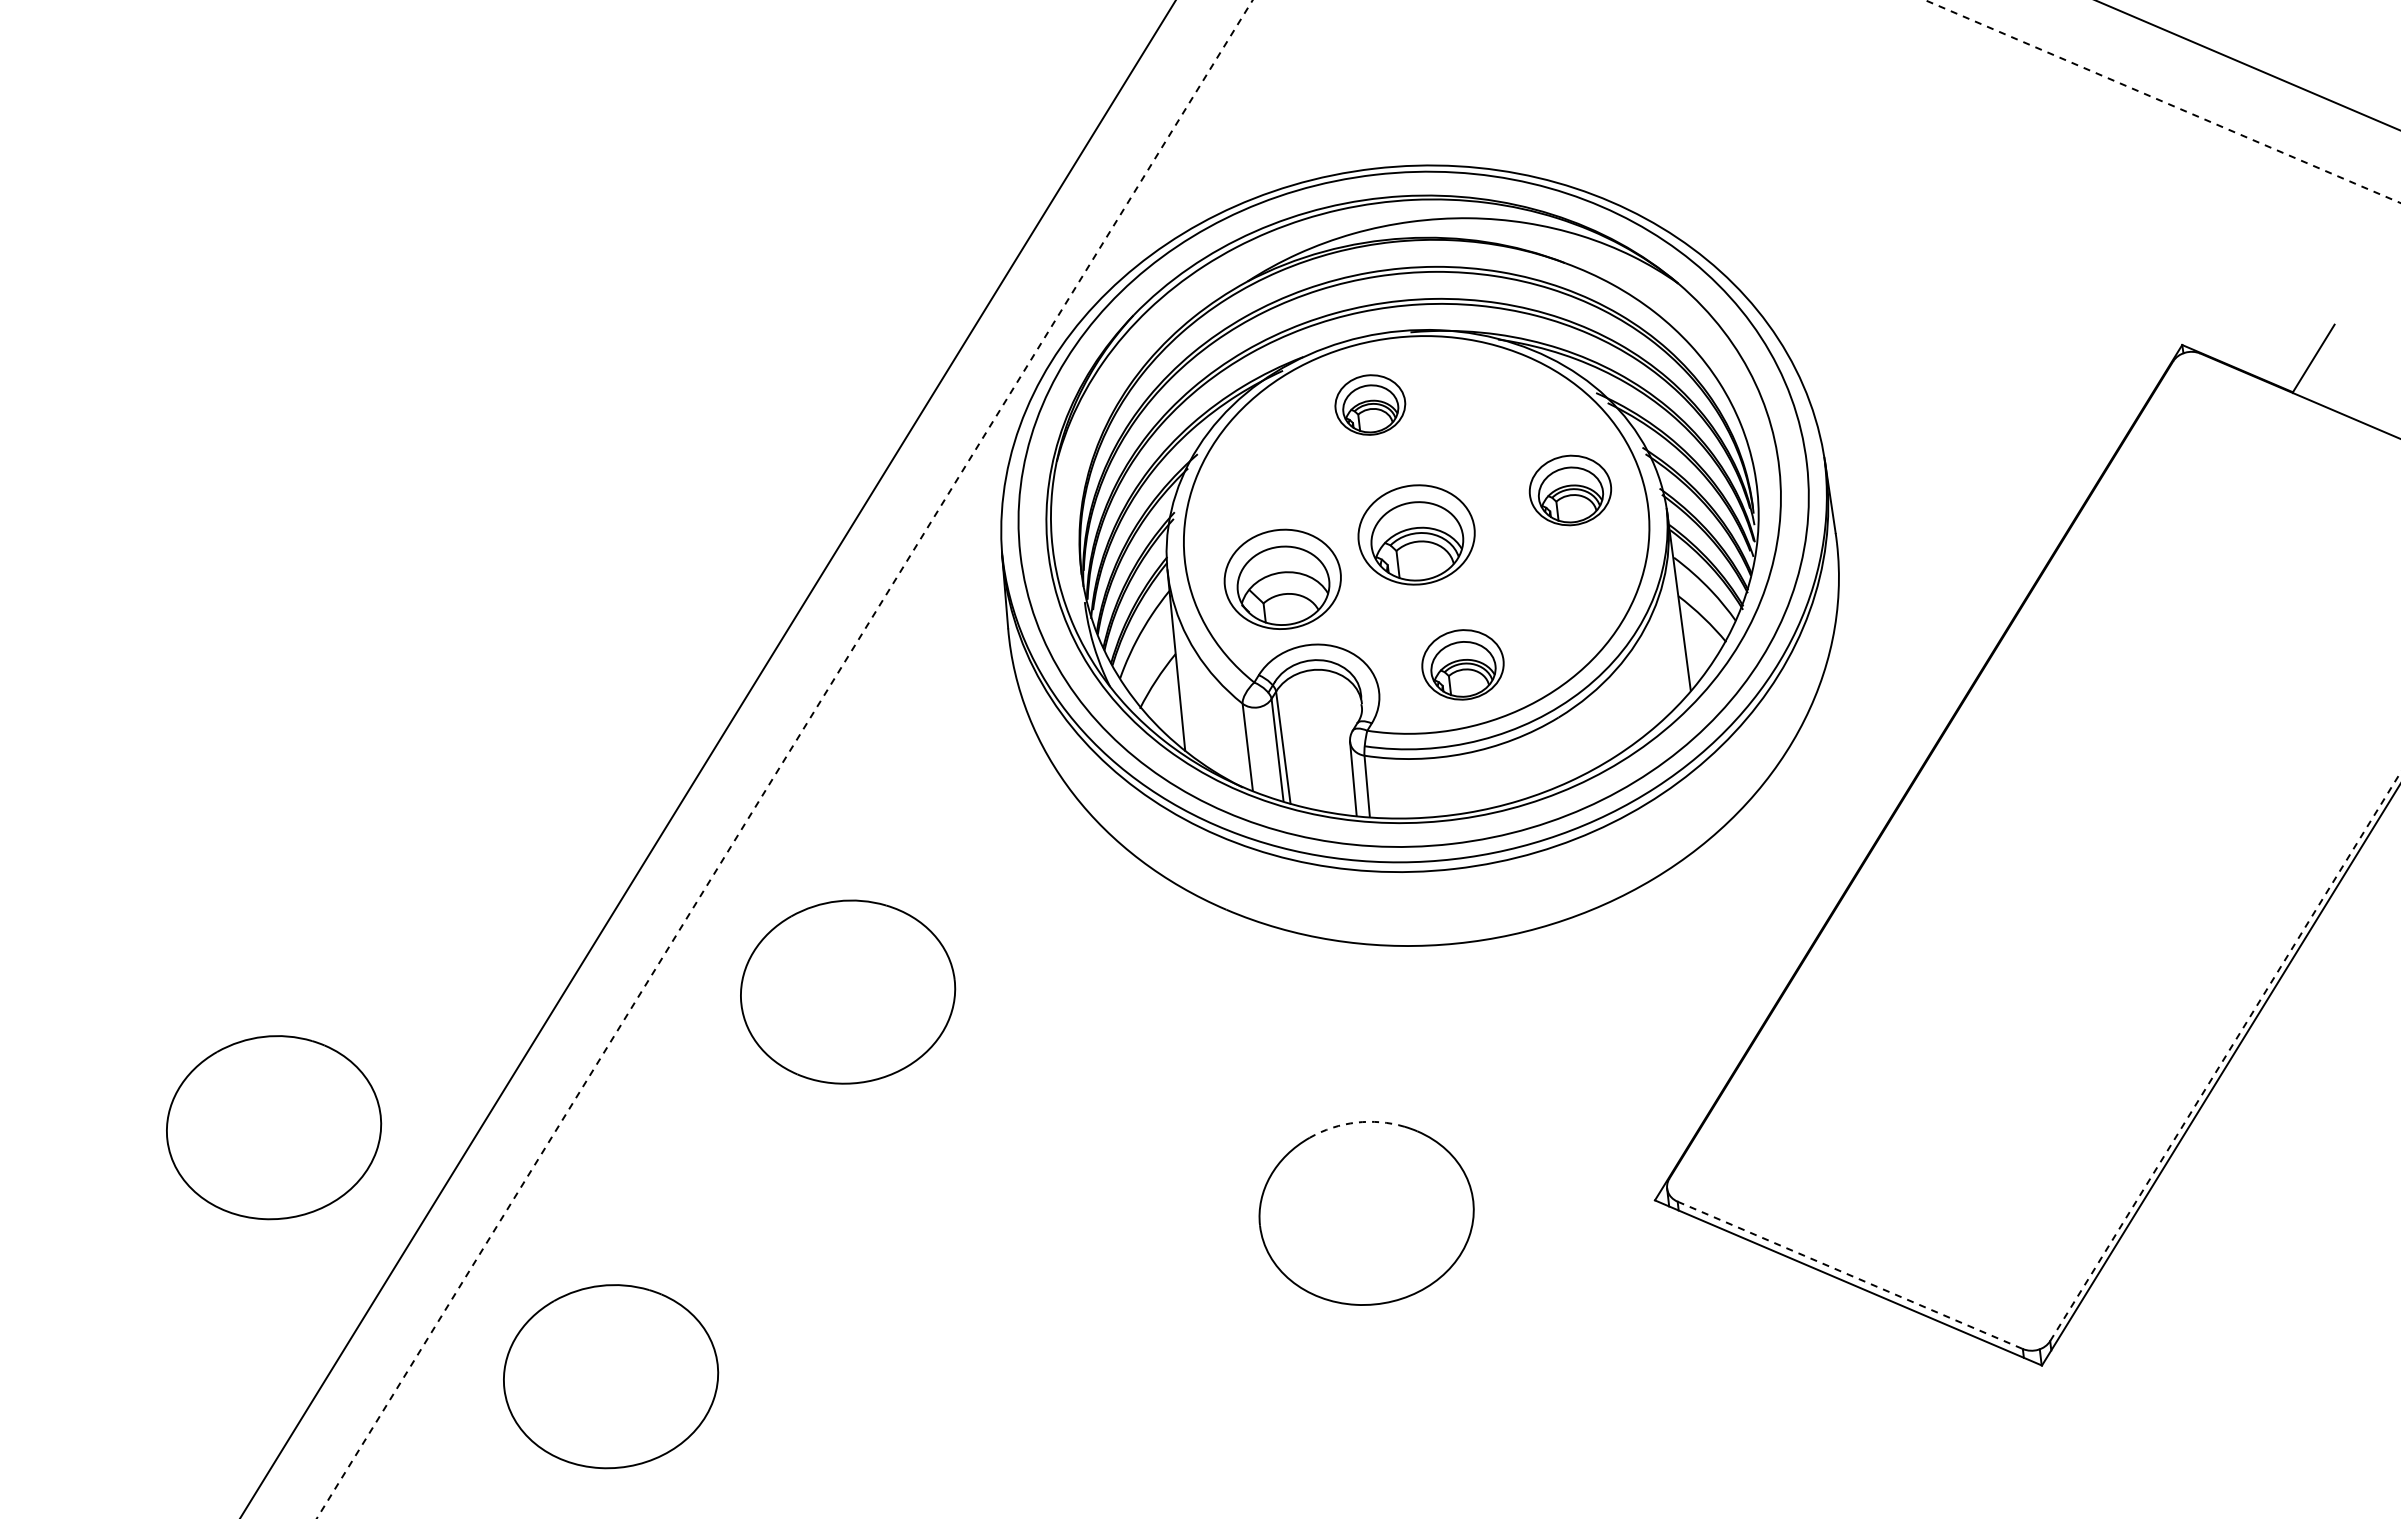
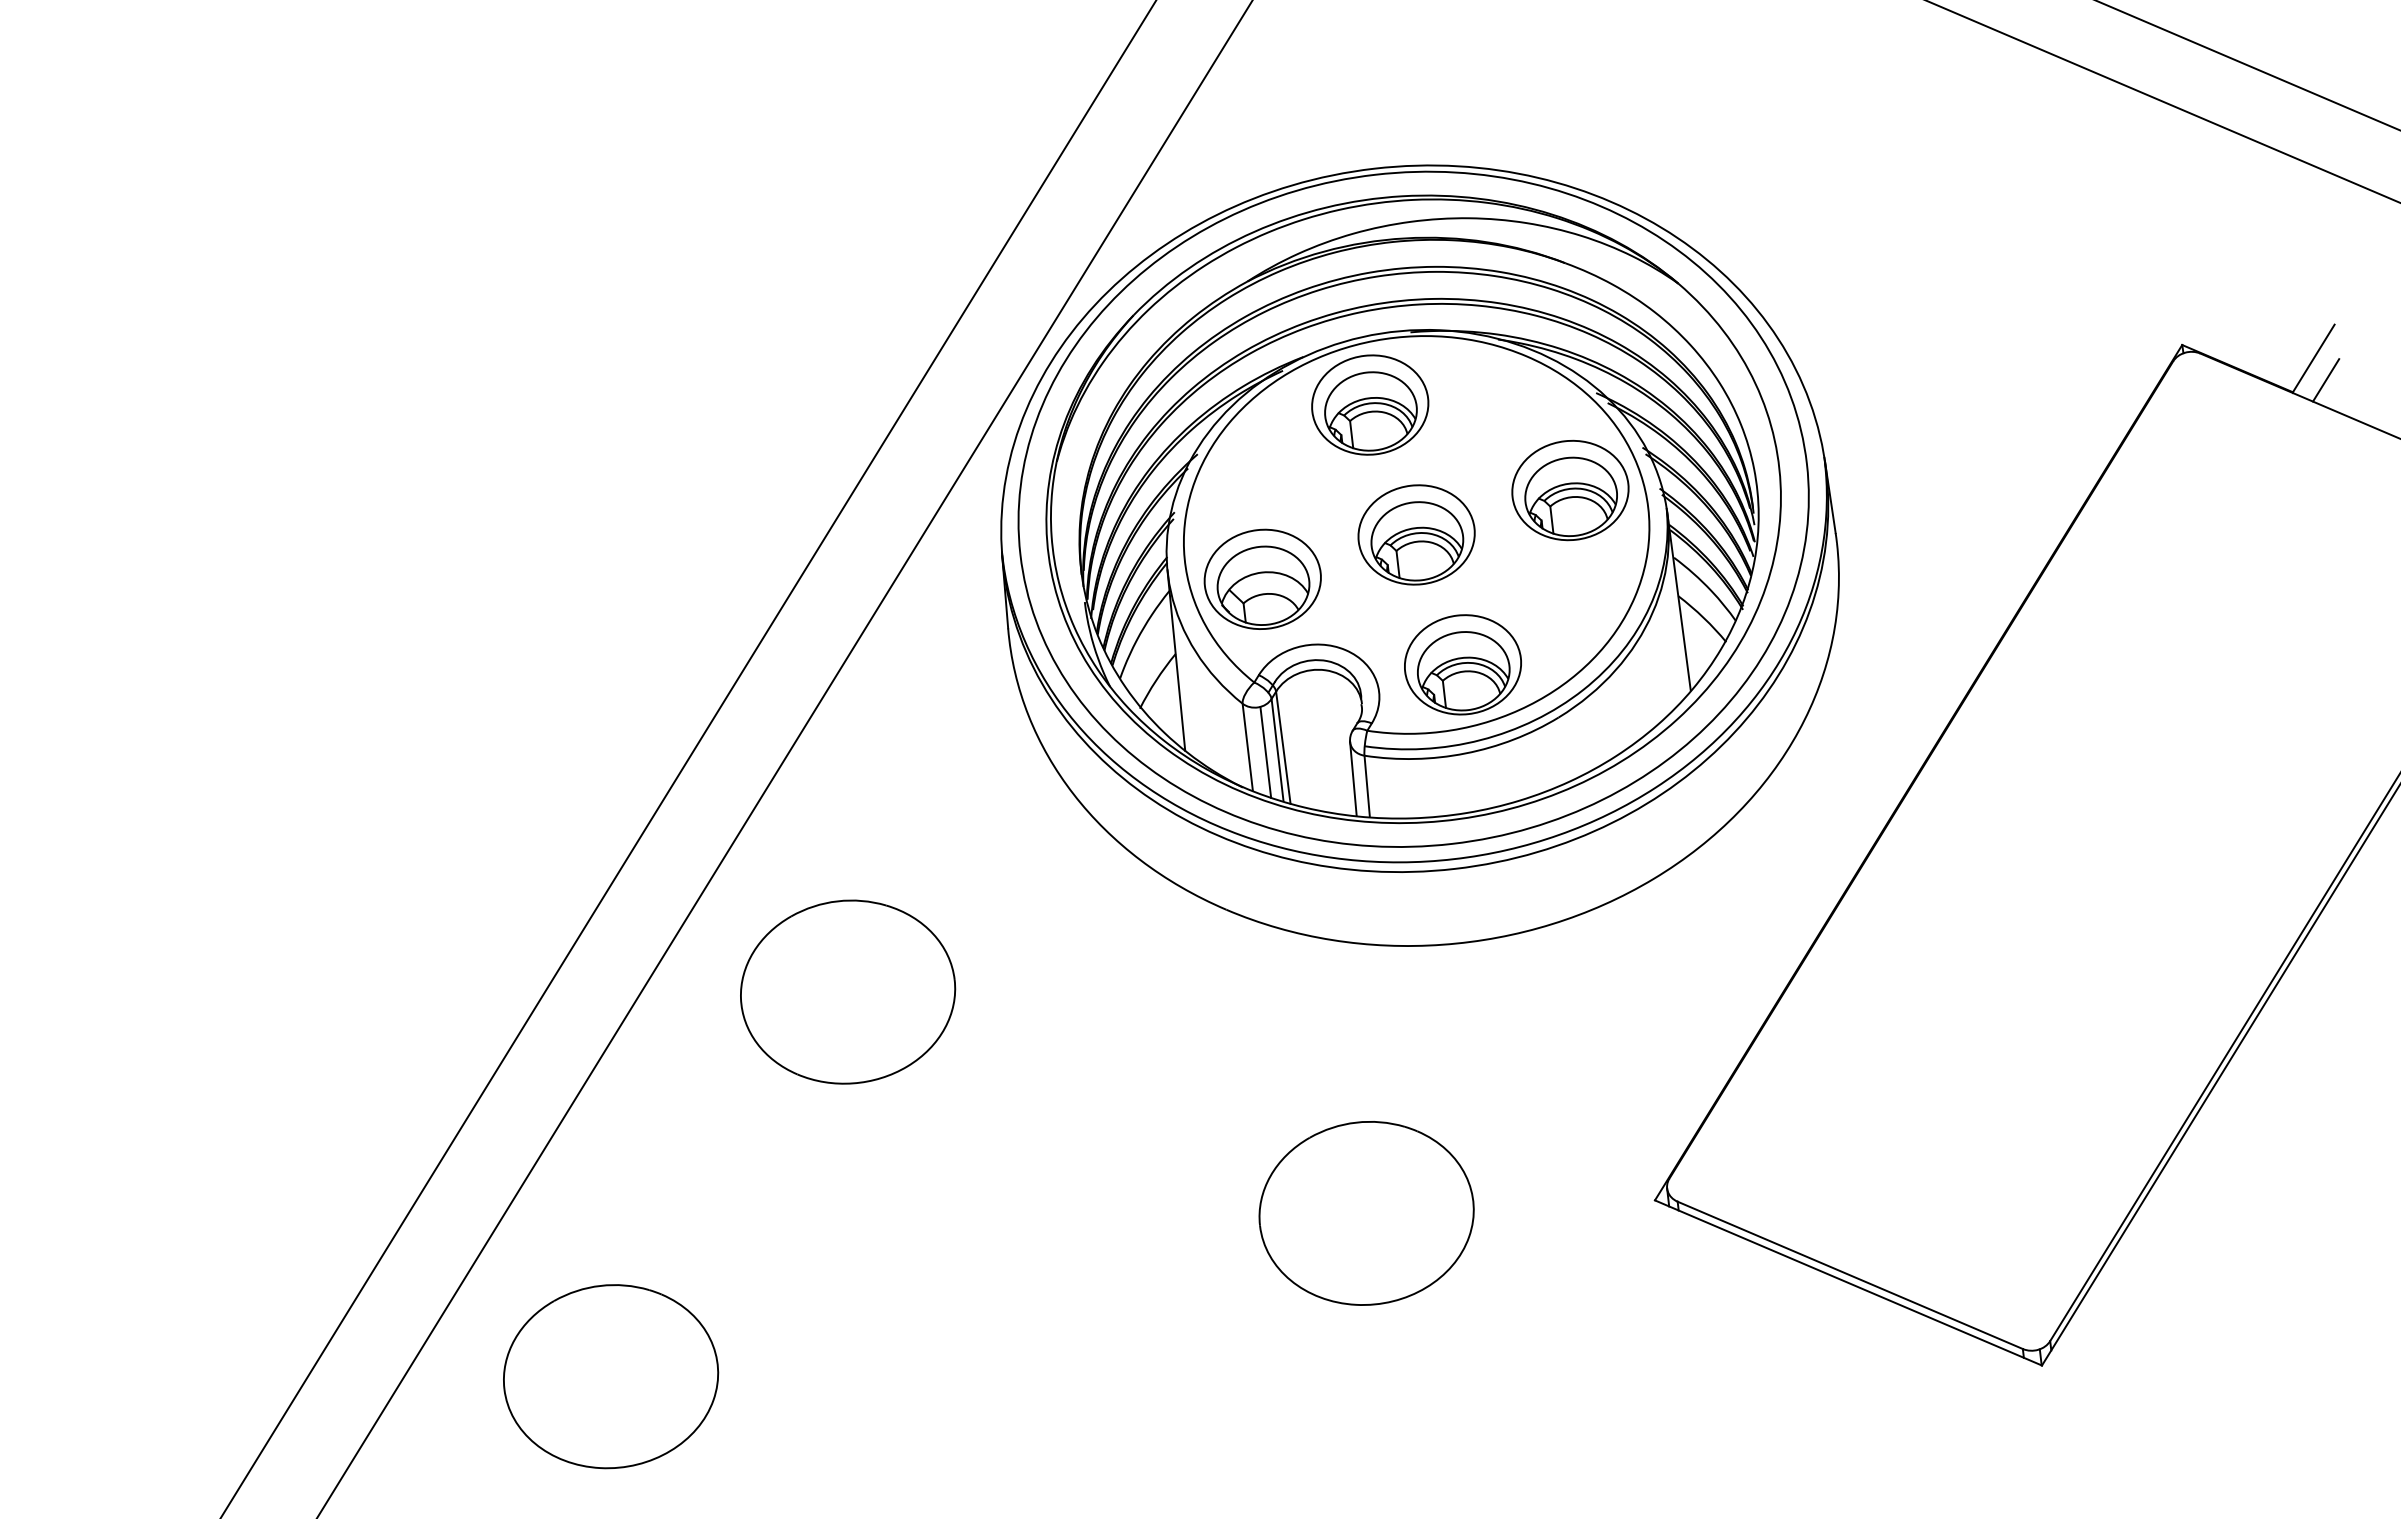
line at (2162, 101): dashed -> solid
line at (2326, 380): none -> present
part at (1370, 404) size: 73x62 px -> 119x102 px
part at (1570, 490) size: 85x73 px -> 119x103 px
part at (1282, 578) position: (1282, 578) -> (1262, 578)
part at (1462, 664) size: 84x72 px -> 118x102 px
line at (1265, 751): none -> present
line at (707, 758) position: (707, 758) -> (688, 758)
line at (784, 759): dashed -> solid
line at (2225, 1056): dashed -> solid
arc at (1356, 1122): dashed -> solid
part at (274, 1127): present -> none
line at (1850, 1275): dashed -> solid
